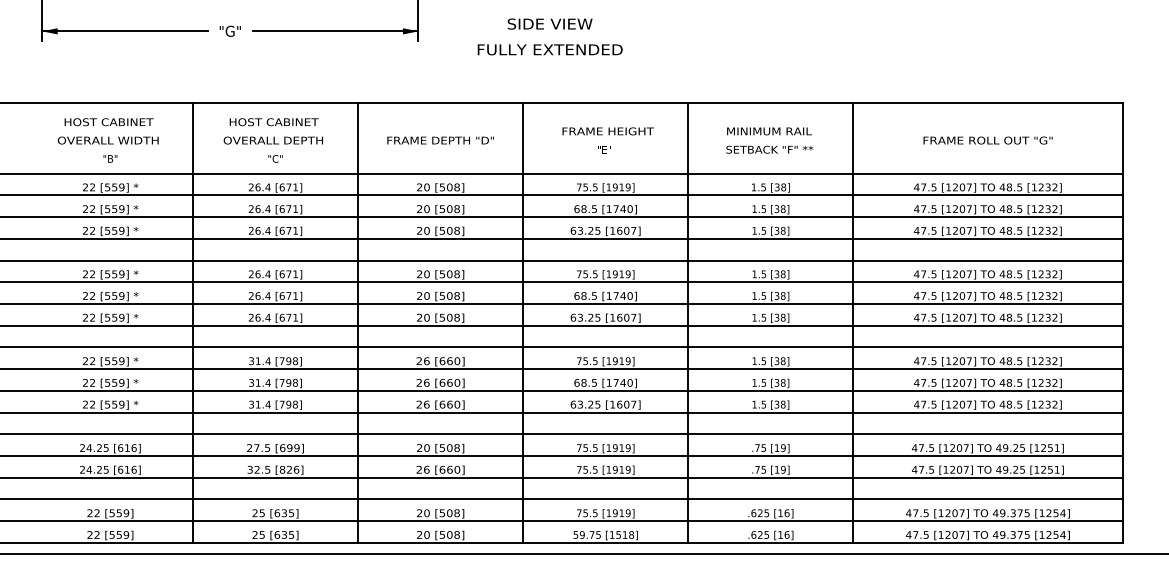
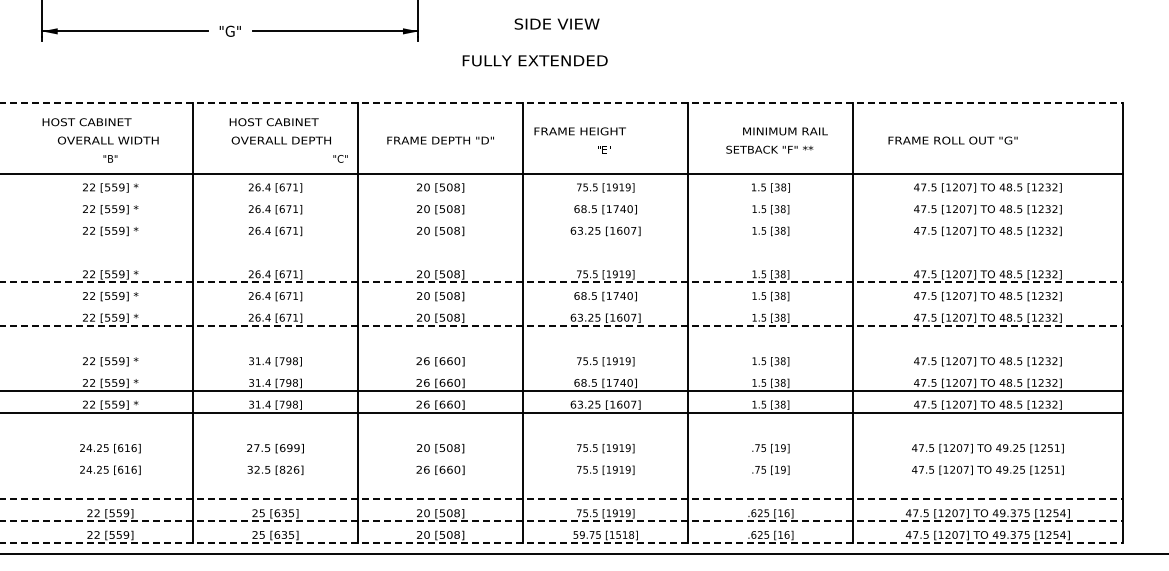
text at (549, 23) position: (549, 23) -> (556, 23)
text at (549, 49) position: (549, 49) -> (534, 60)
line at (561, 103): solid -> dashed
text at (108, 122) position: (108, 122) -> (86, 122)
text at (607, 131) position: (607, 131) -> (579, 131)
text at (769, 131) position: (769, 131) -> (785, 131)
text at (272, 140) position: (272, 140) -> (280, 140)
text at (987, 140) position: (987, 140) -> (952, 140)
text at (275, 158) position: (275, 158) -> (340, 158)
line at (562, 195): present -> none
line at (562, 217): present -> none
line at (562, 238): present -> none
line at (562, 260): present -> none
line at (561, 282): solid -> dashed
line at (562, 303): present -> none
line at (561, 325): solid -> dashed
line at (562, 347): present -> none
line at (562, 369): present -> none
line at (562, 434): present -> none
line at (562, 456): present -> none
line at (562, 477): present -> none
line at (561, 499): solid -> dashed
line at (561, 521): solid -> dashed
line at (561, 542): solid -> dashed
